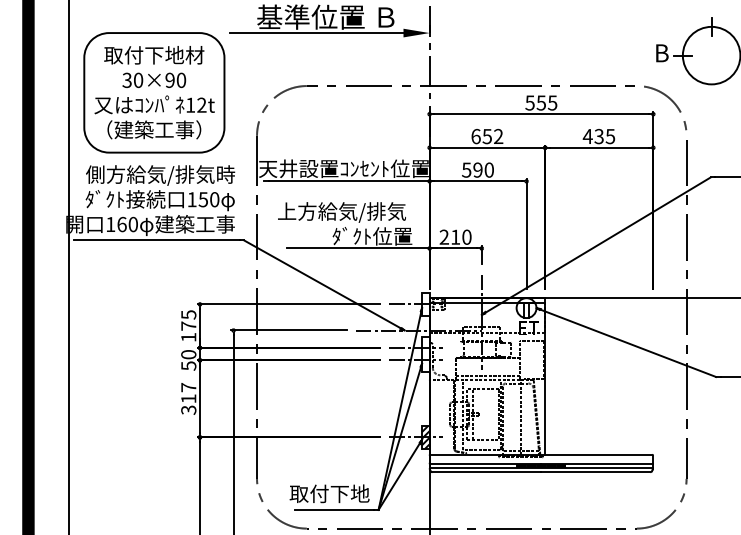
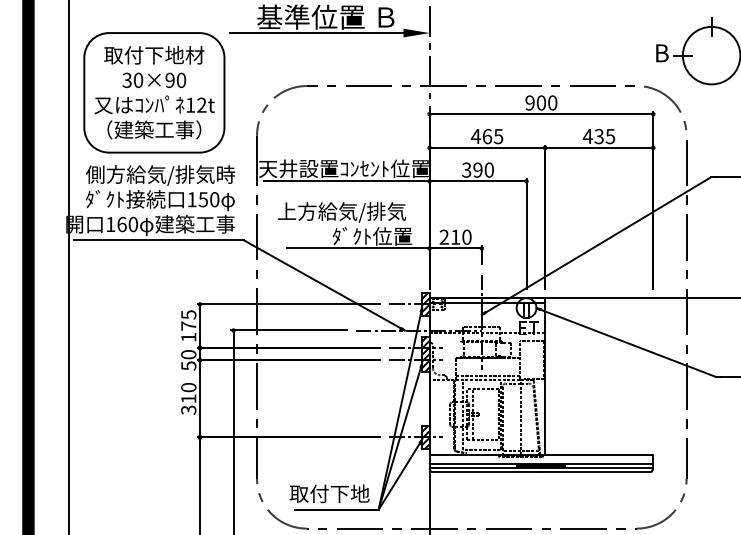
text at (541, 102): 555 -> 900
text at (486, 136): 652 -> 465
text at (466, 169): 590 -> 390
hatch at (425, 304): none -> present
hatch at (425, 353): none -> present
text at (188, 387): 317 -> 310
